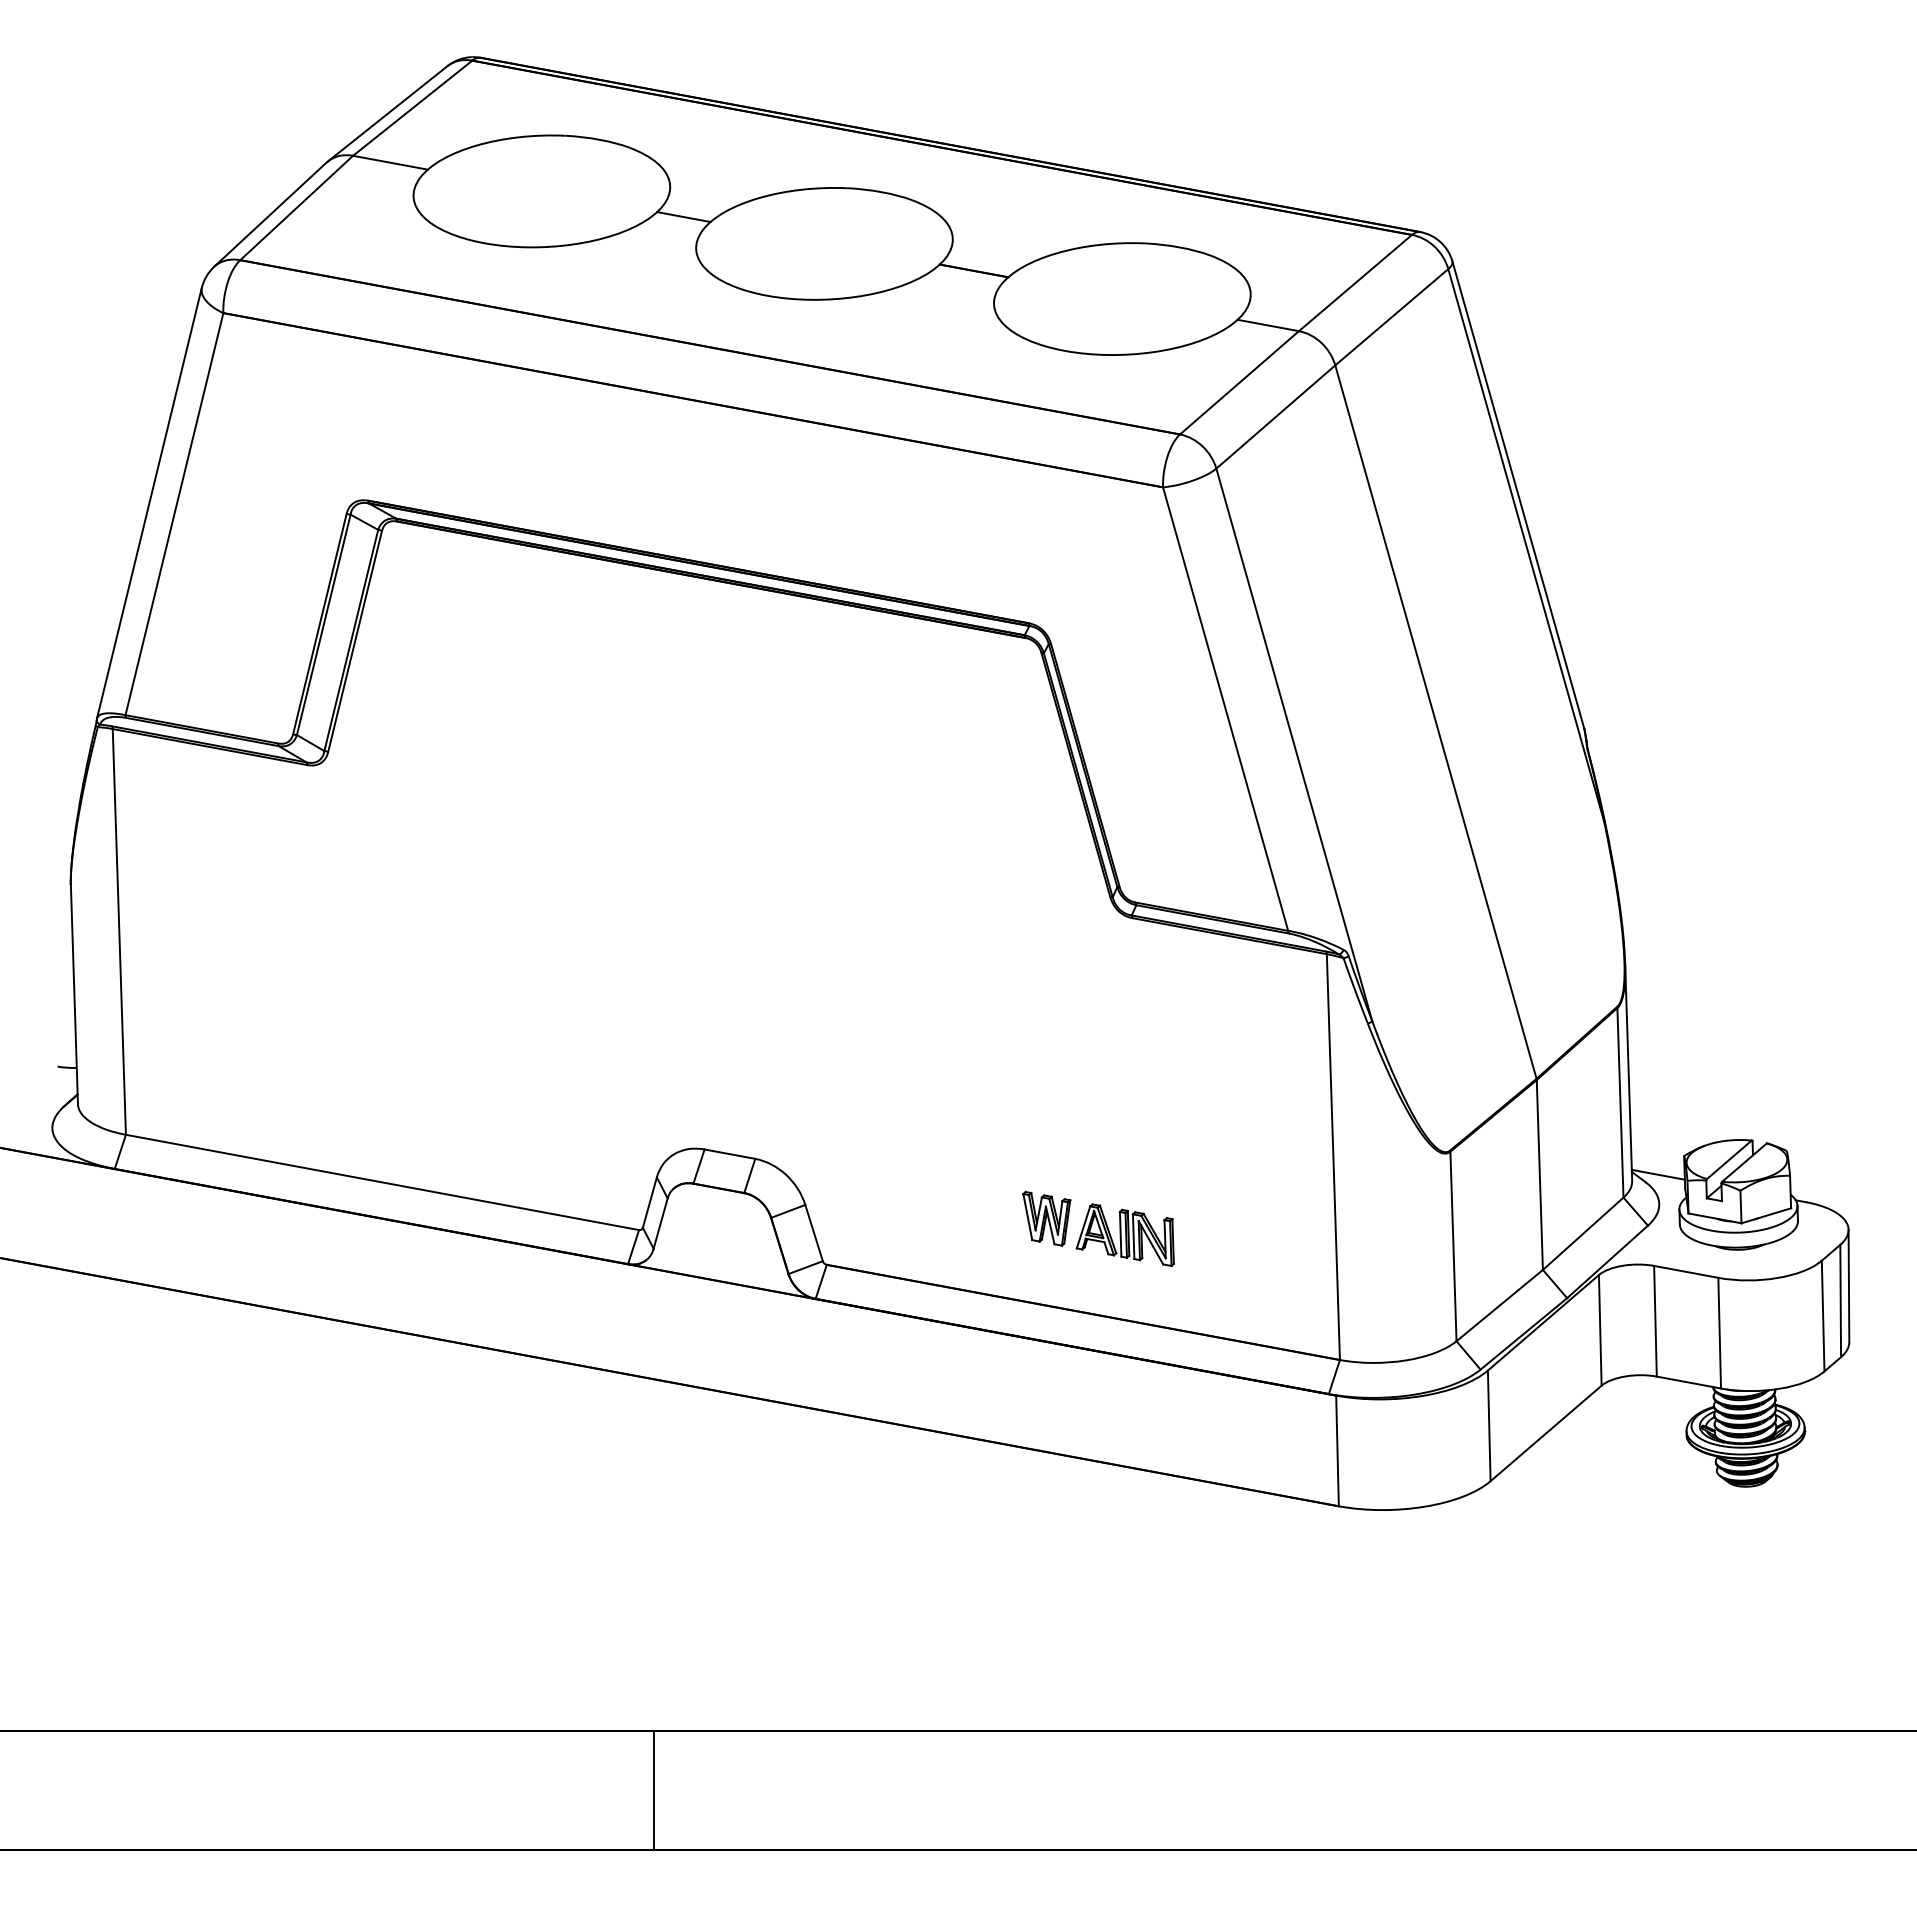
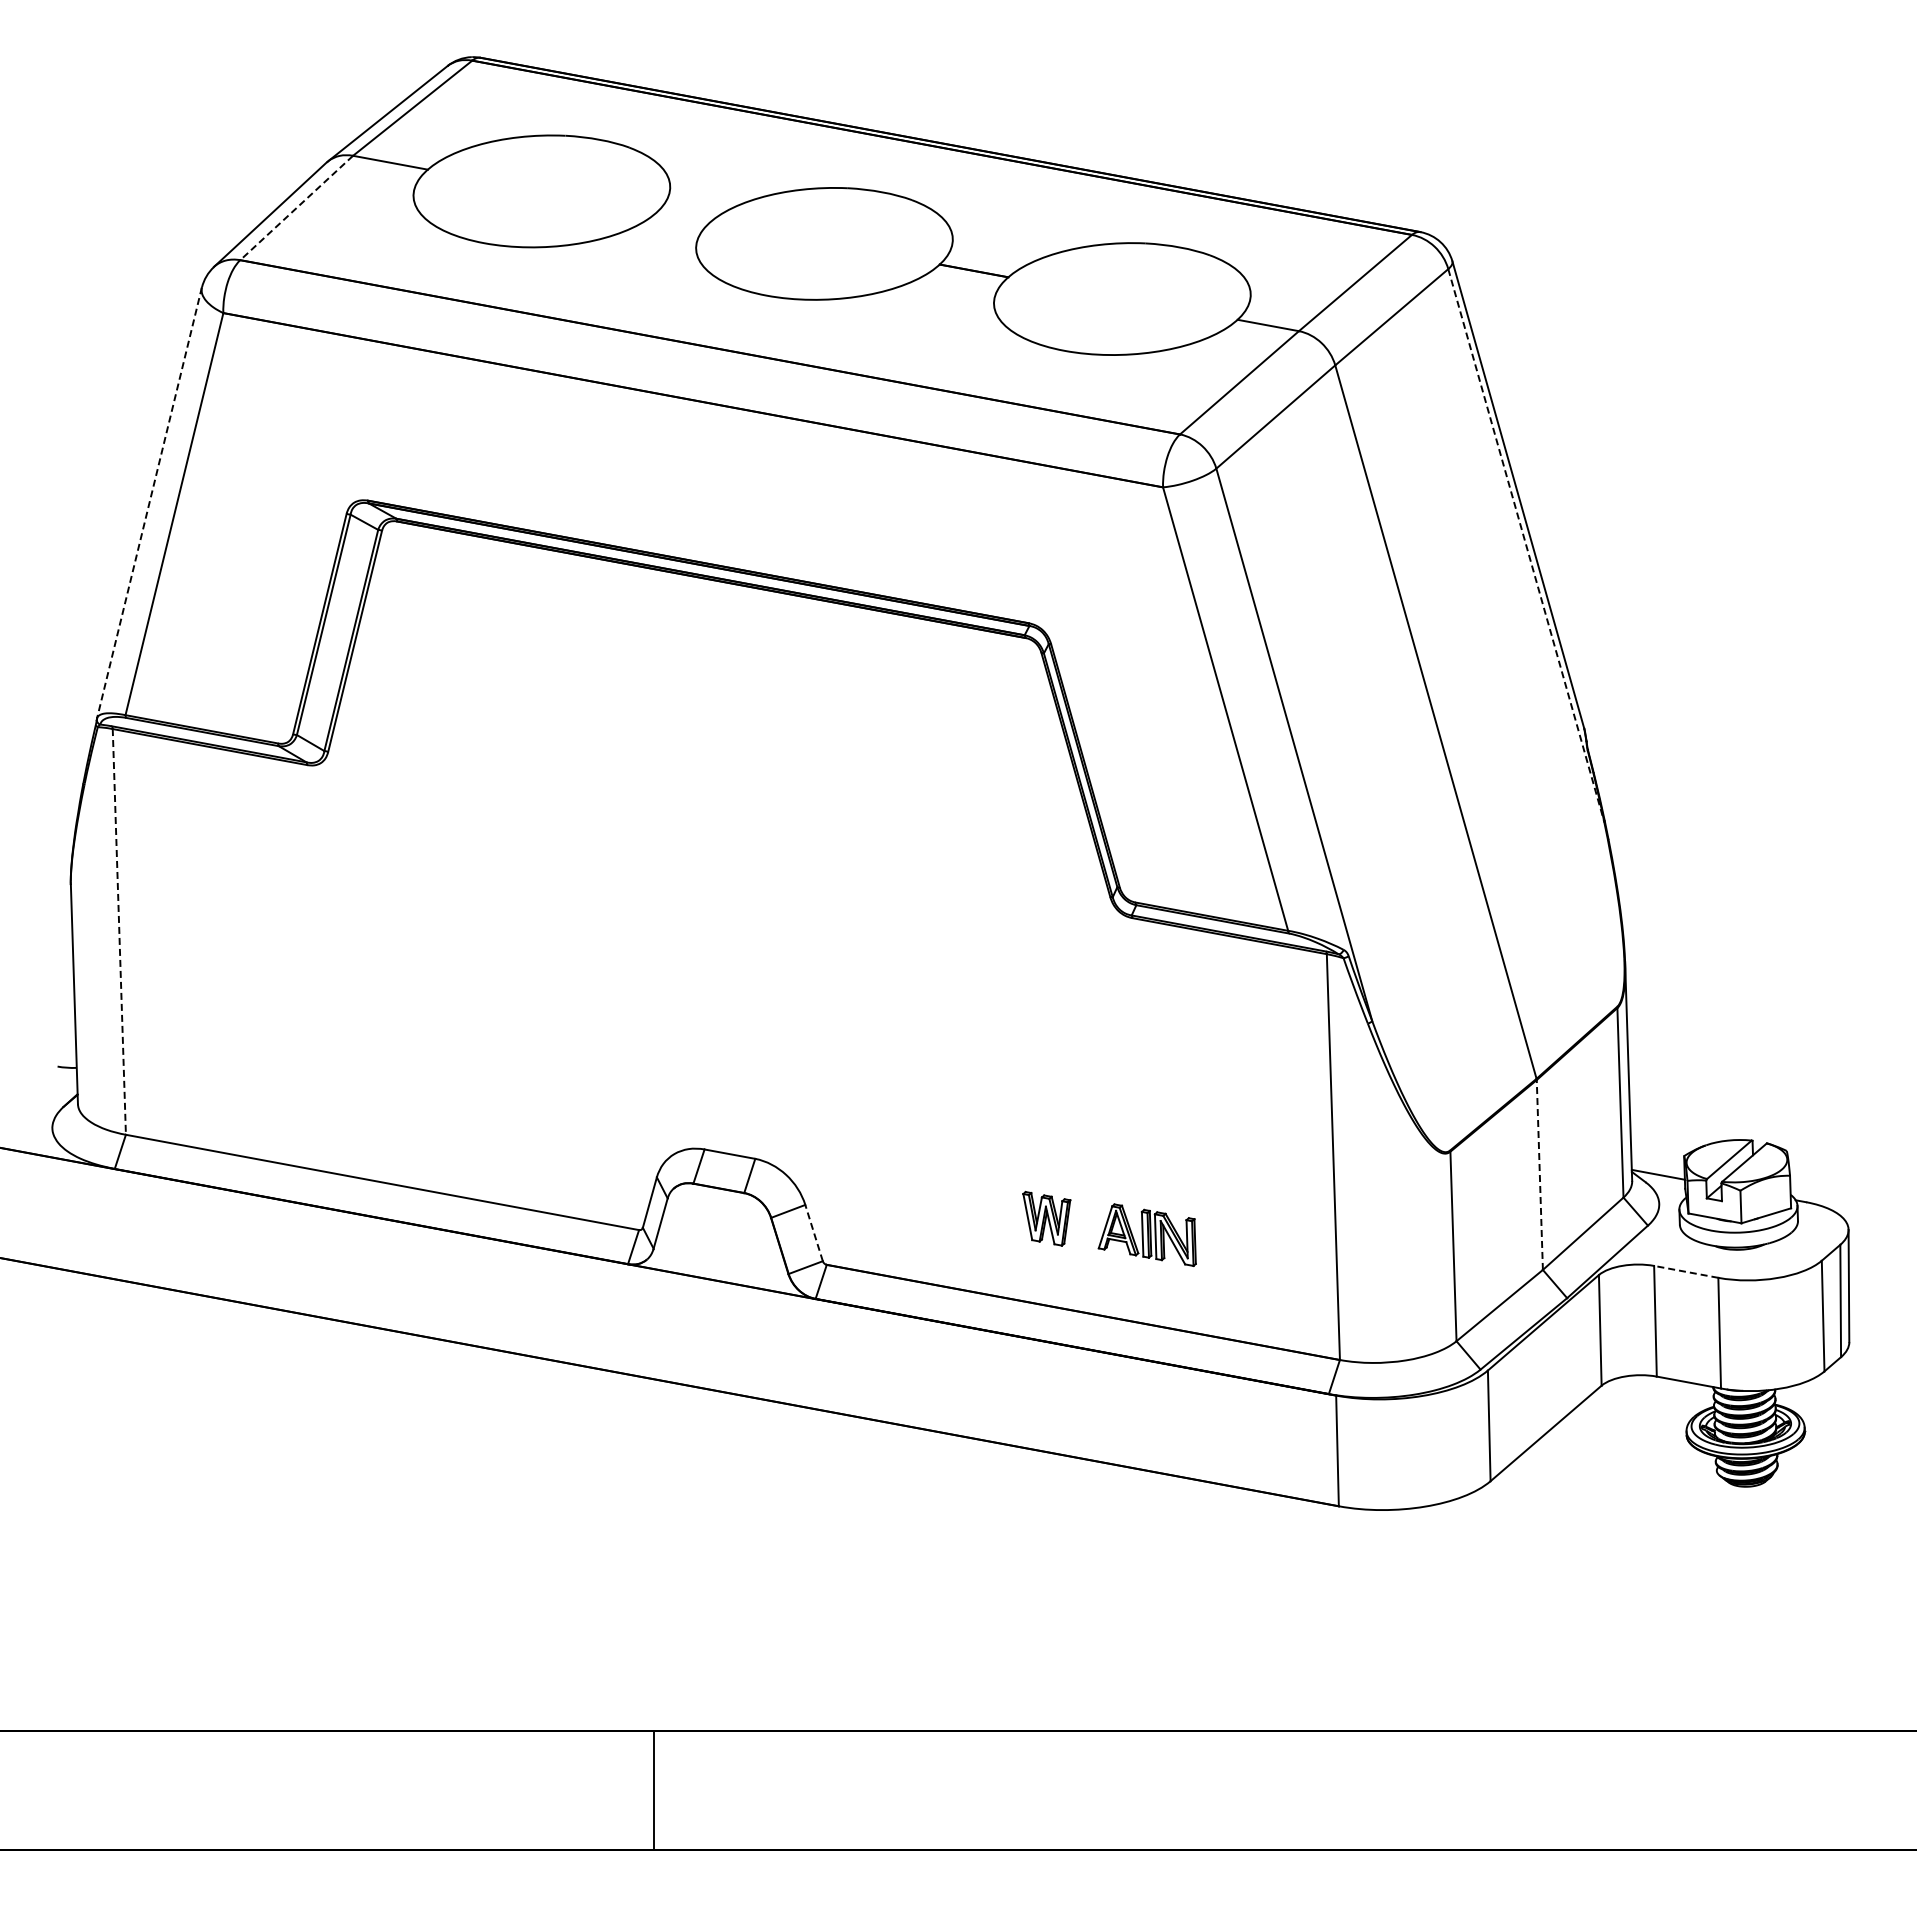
line at (296, 208): solid -> dashed
line at (683, 217): present -> none
line at (149, 502): solid -> dashed
line at (1526, 545): solid -> dashed
line at (119, 931): solid -> dashed
line at (1539, 1175): solid -> dashed
line at (813, 1232): solid -> dashed
part at (1124, 1234) position: (1124, 1234) -> (1146, 1234)
line at (1686, 1271): solid -> dashed
